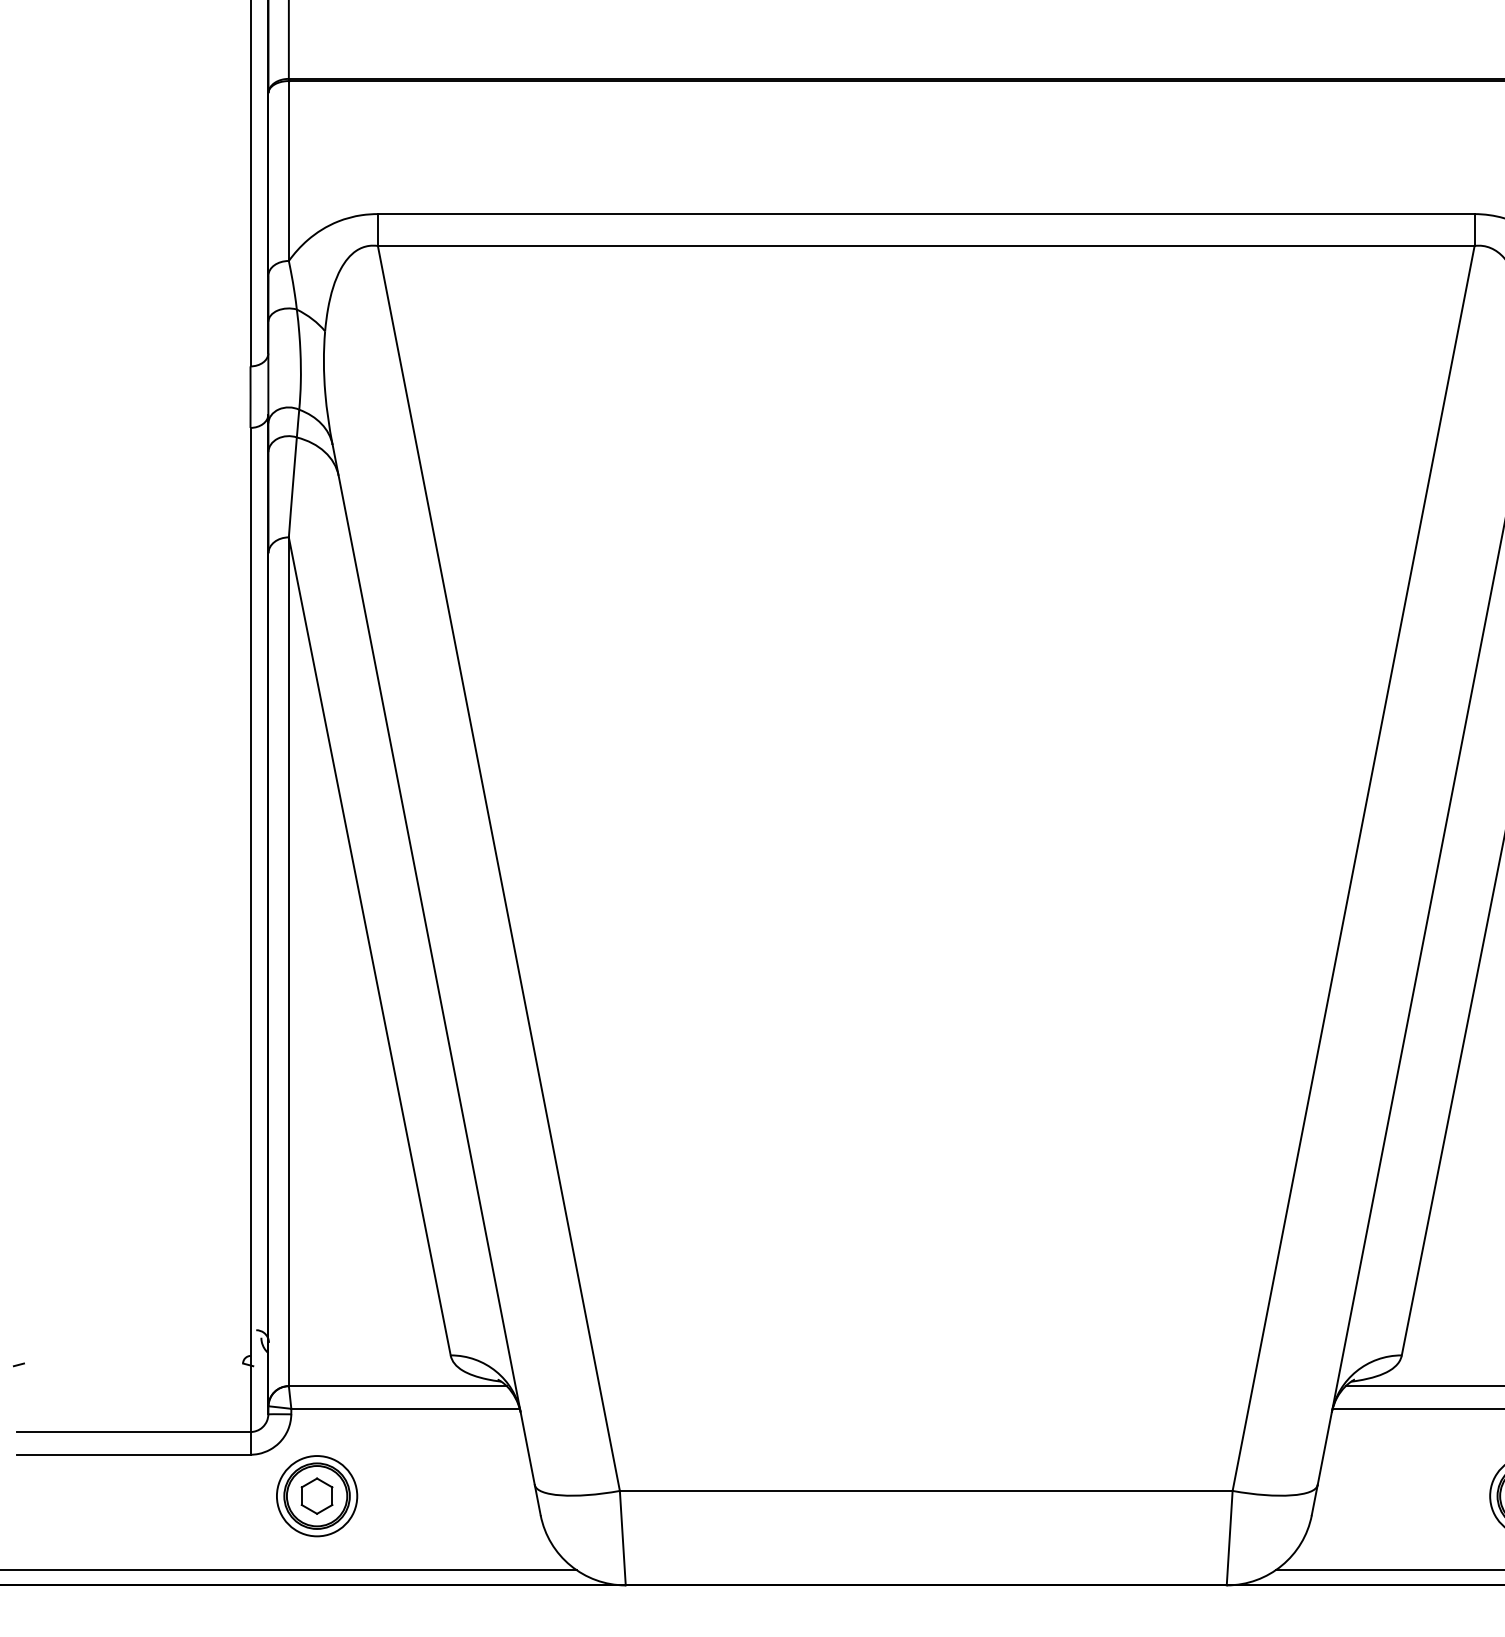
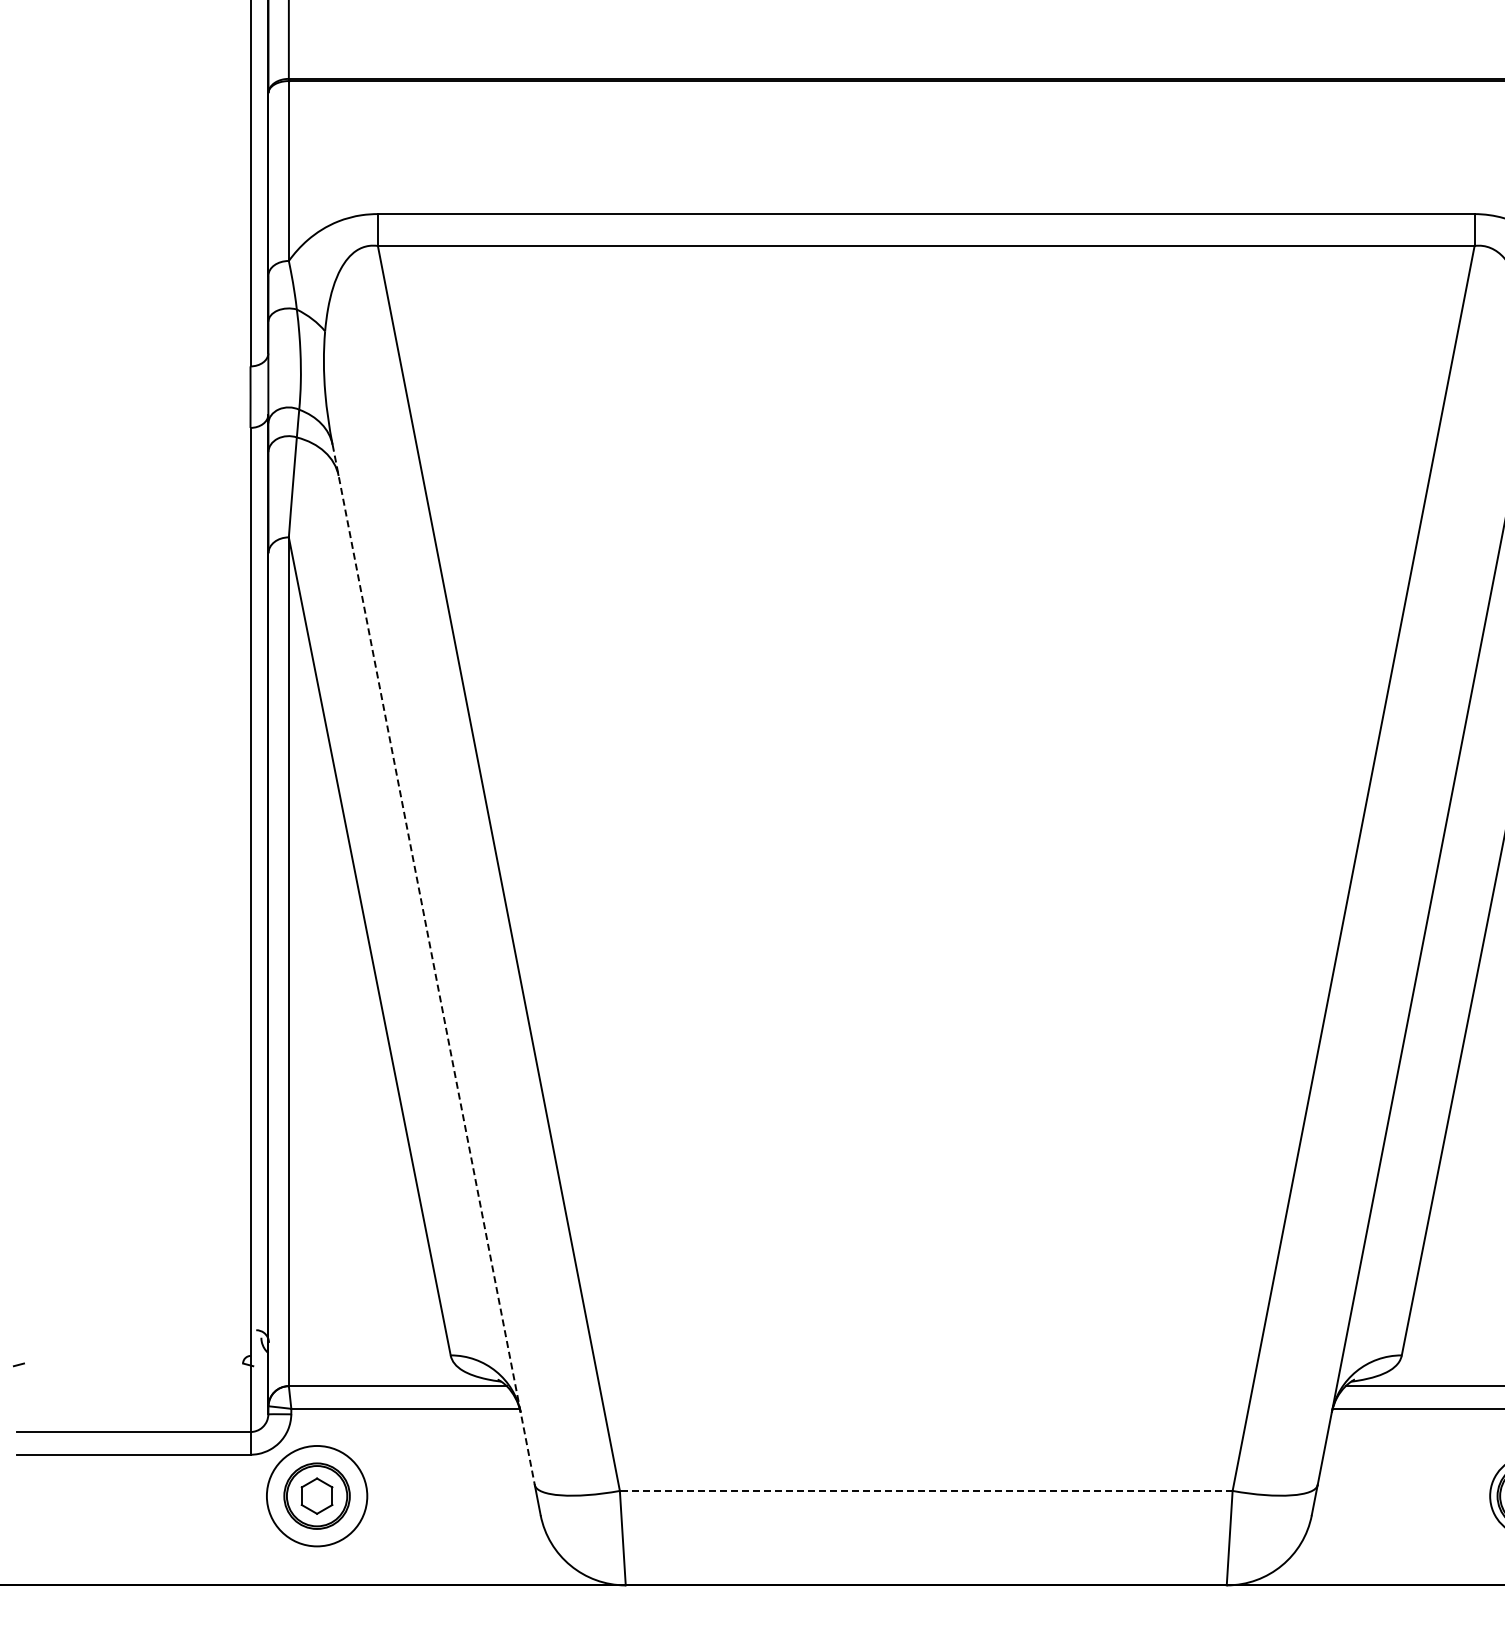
line at (433, 964): solid -> dashed
line at (925, 1490): solid -> dashed
circle at (316, 1496) diameter: 80 px -> 100 px
line at (289, 1570): present -> none
line at (1388, 1570): present -> none
